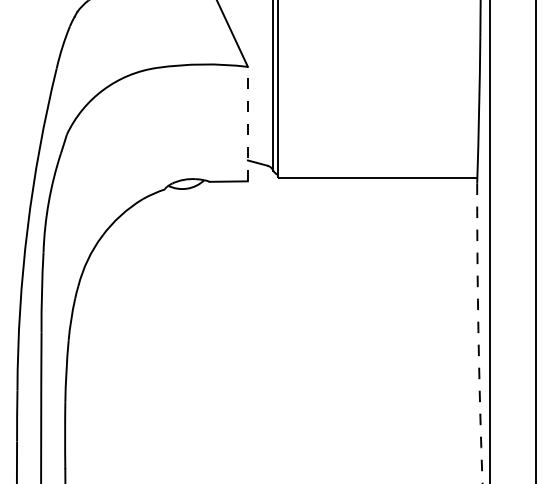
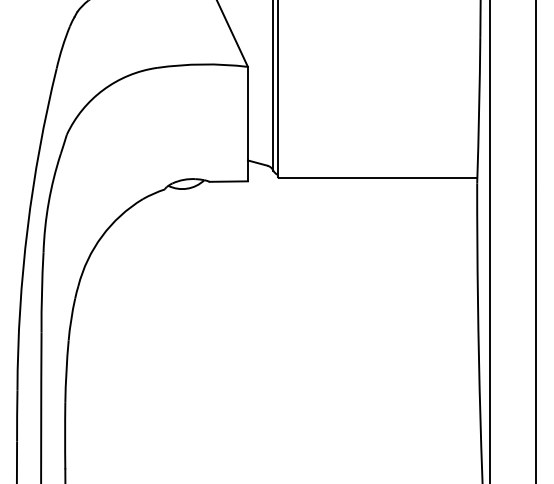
line at (247, 123): dashed -> solid
arc at (478, 333): dashed -> solid
